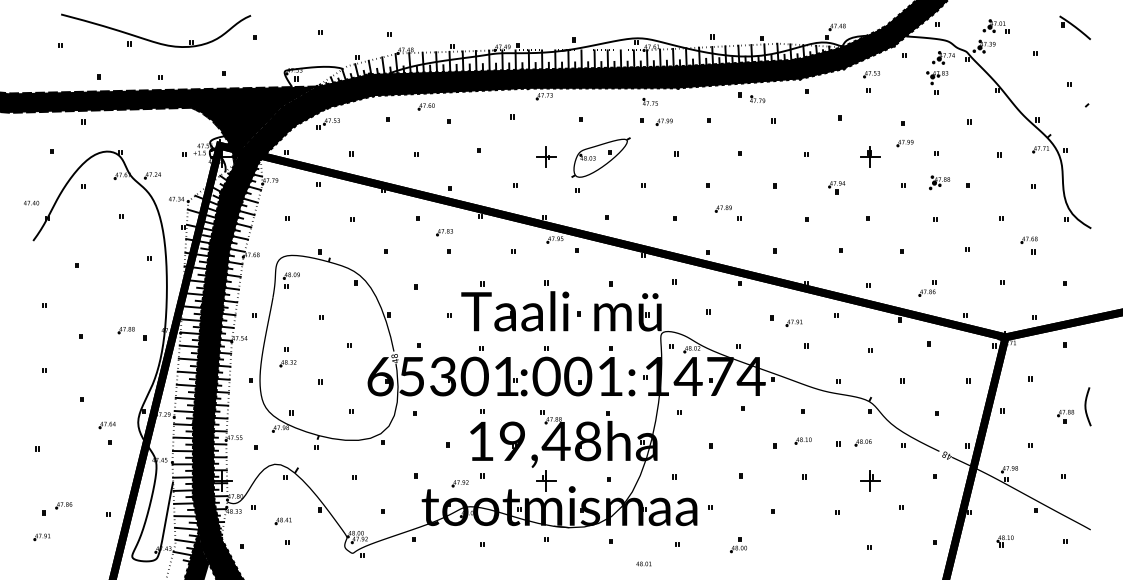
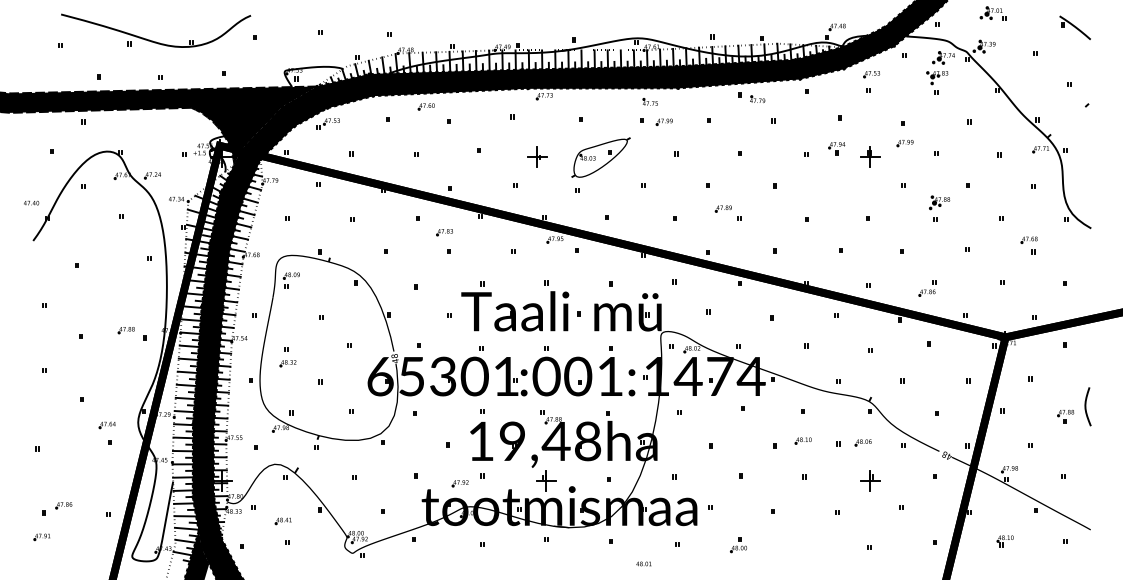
part at (995, 26) position: (995, 26) -> (992, 13)
part at (546, 156) position: (546, 156) -> (537, 156)
part at (939, 182) position: (939, 182) -> (939, 202)
part at (836, 187) position: (836, 187) -> (836, 148)
part at (793, 322): present -> none
